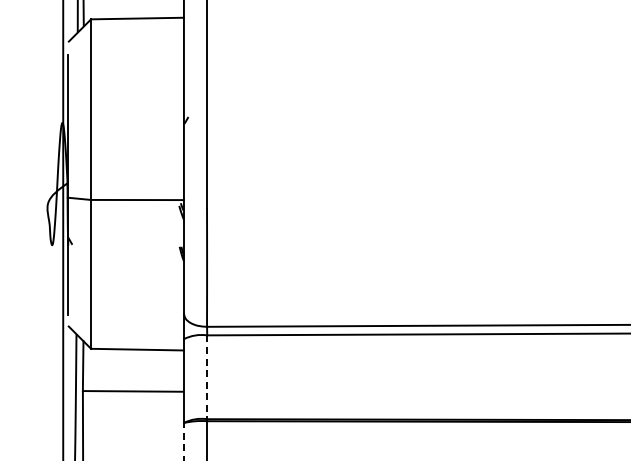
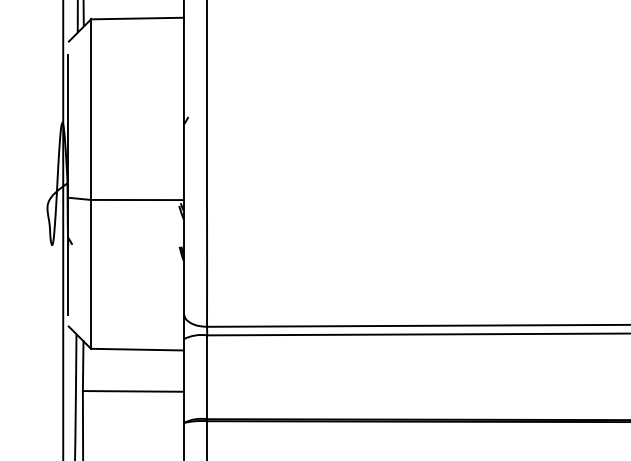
line at (207, 377): dashed -> solid
line at (183, 441): dashed -> solid
